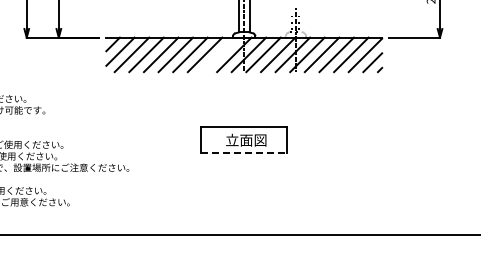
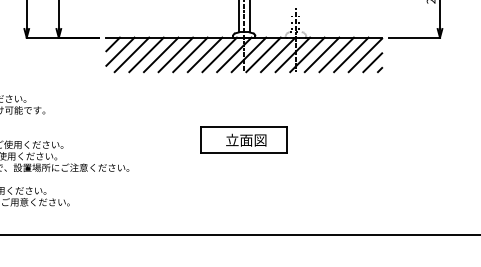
line at (219, 54): none -> present
line at (244, 153): dashed -> solid
